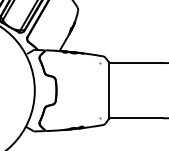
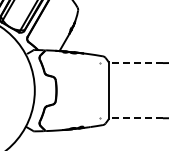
line at (135, 63): solid -> dashed
line at (135, 118): solid -> dashed
